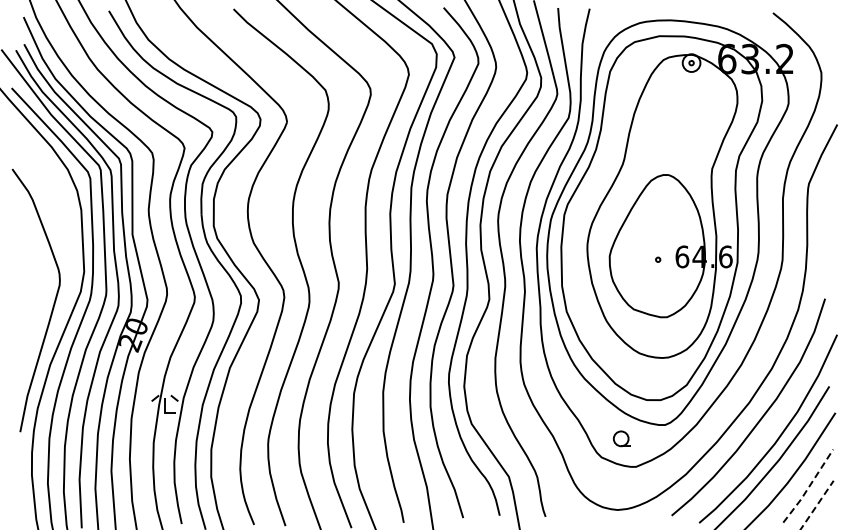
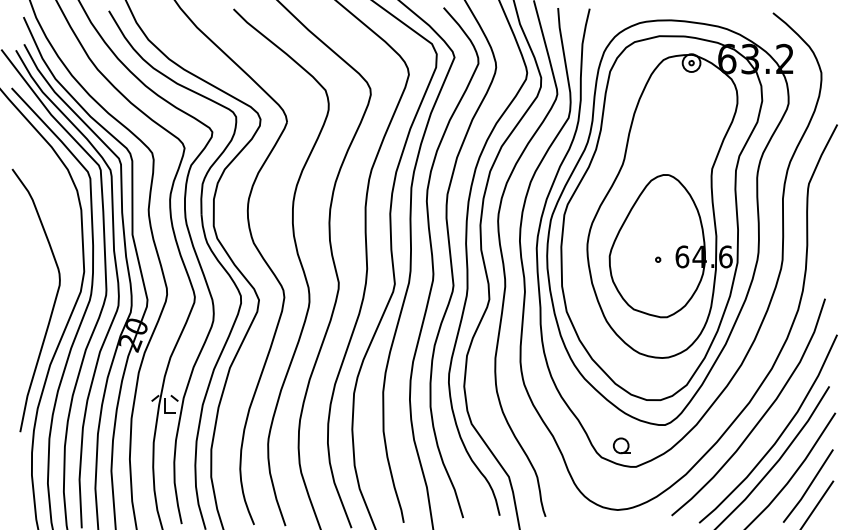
part at (621, 438) position: (621, 438) -> (621, 445)
line at (809, 487): dashed -> solid
line at (817, 504): dashed -> solid
